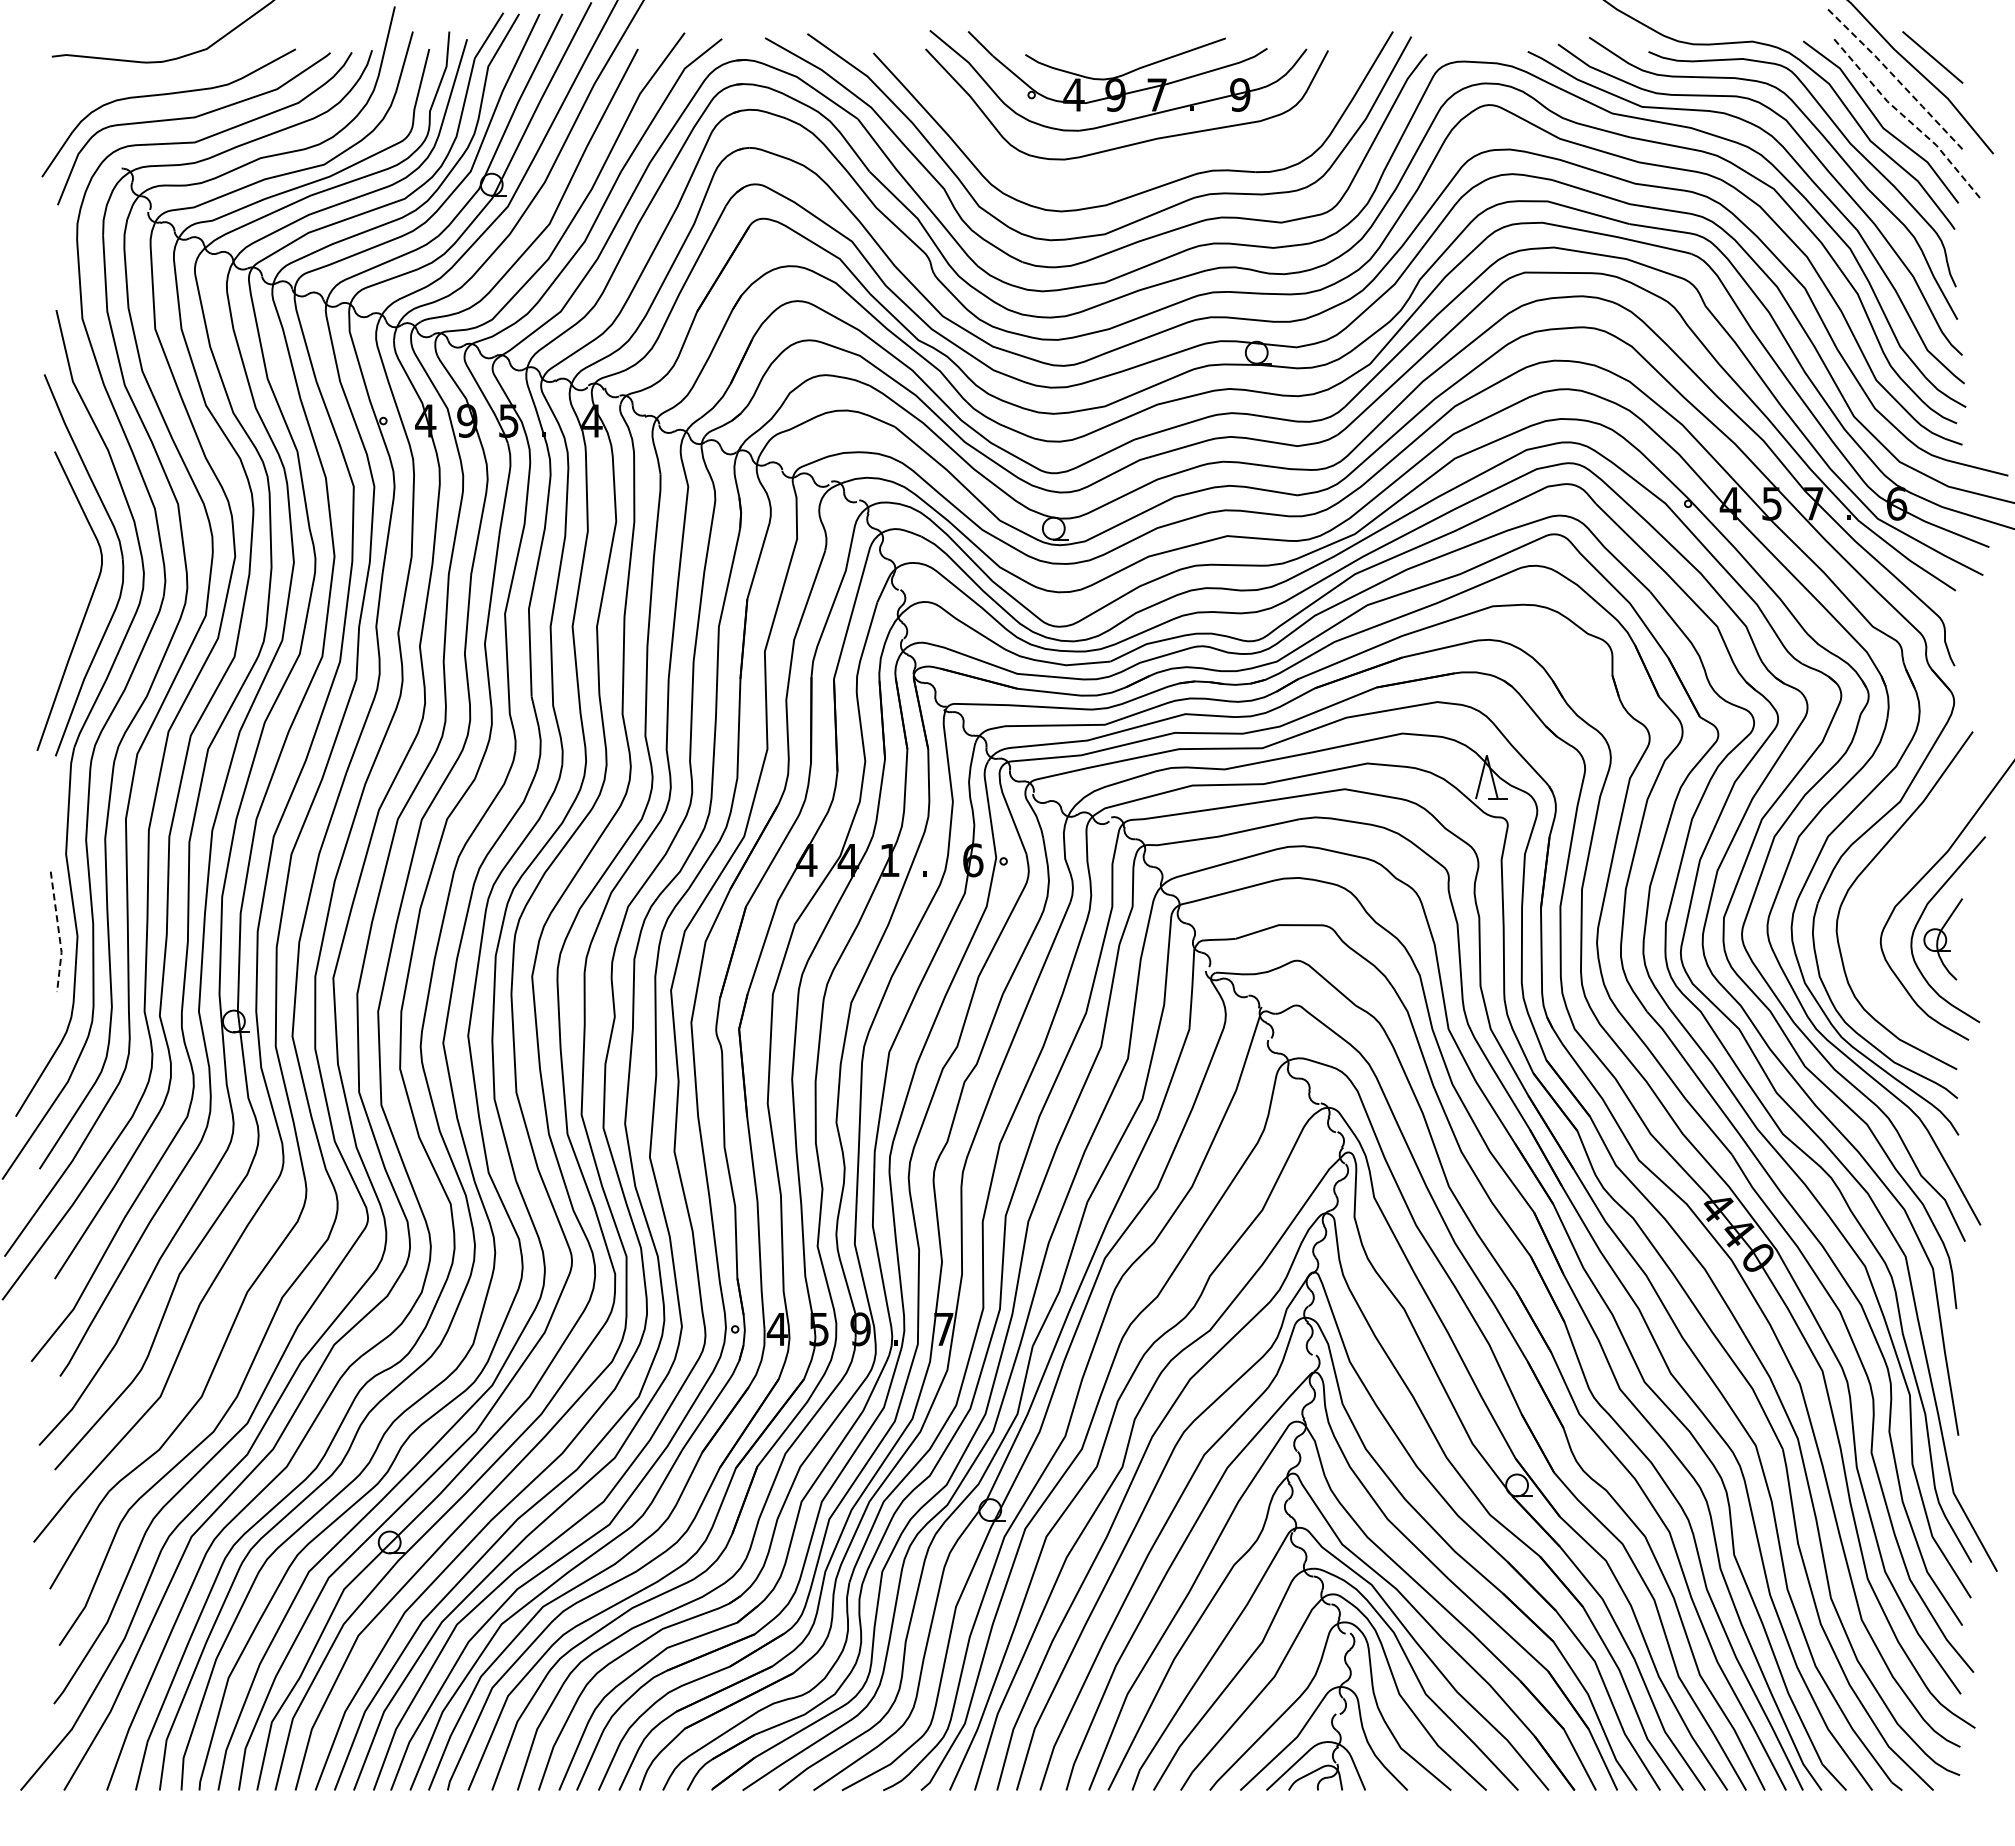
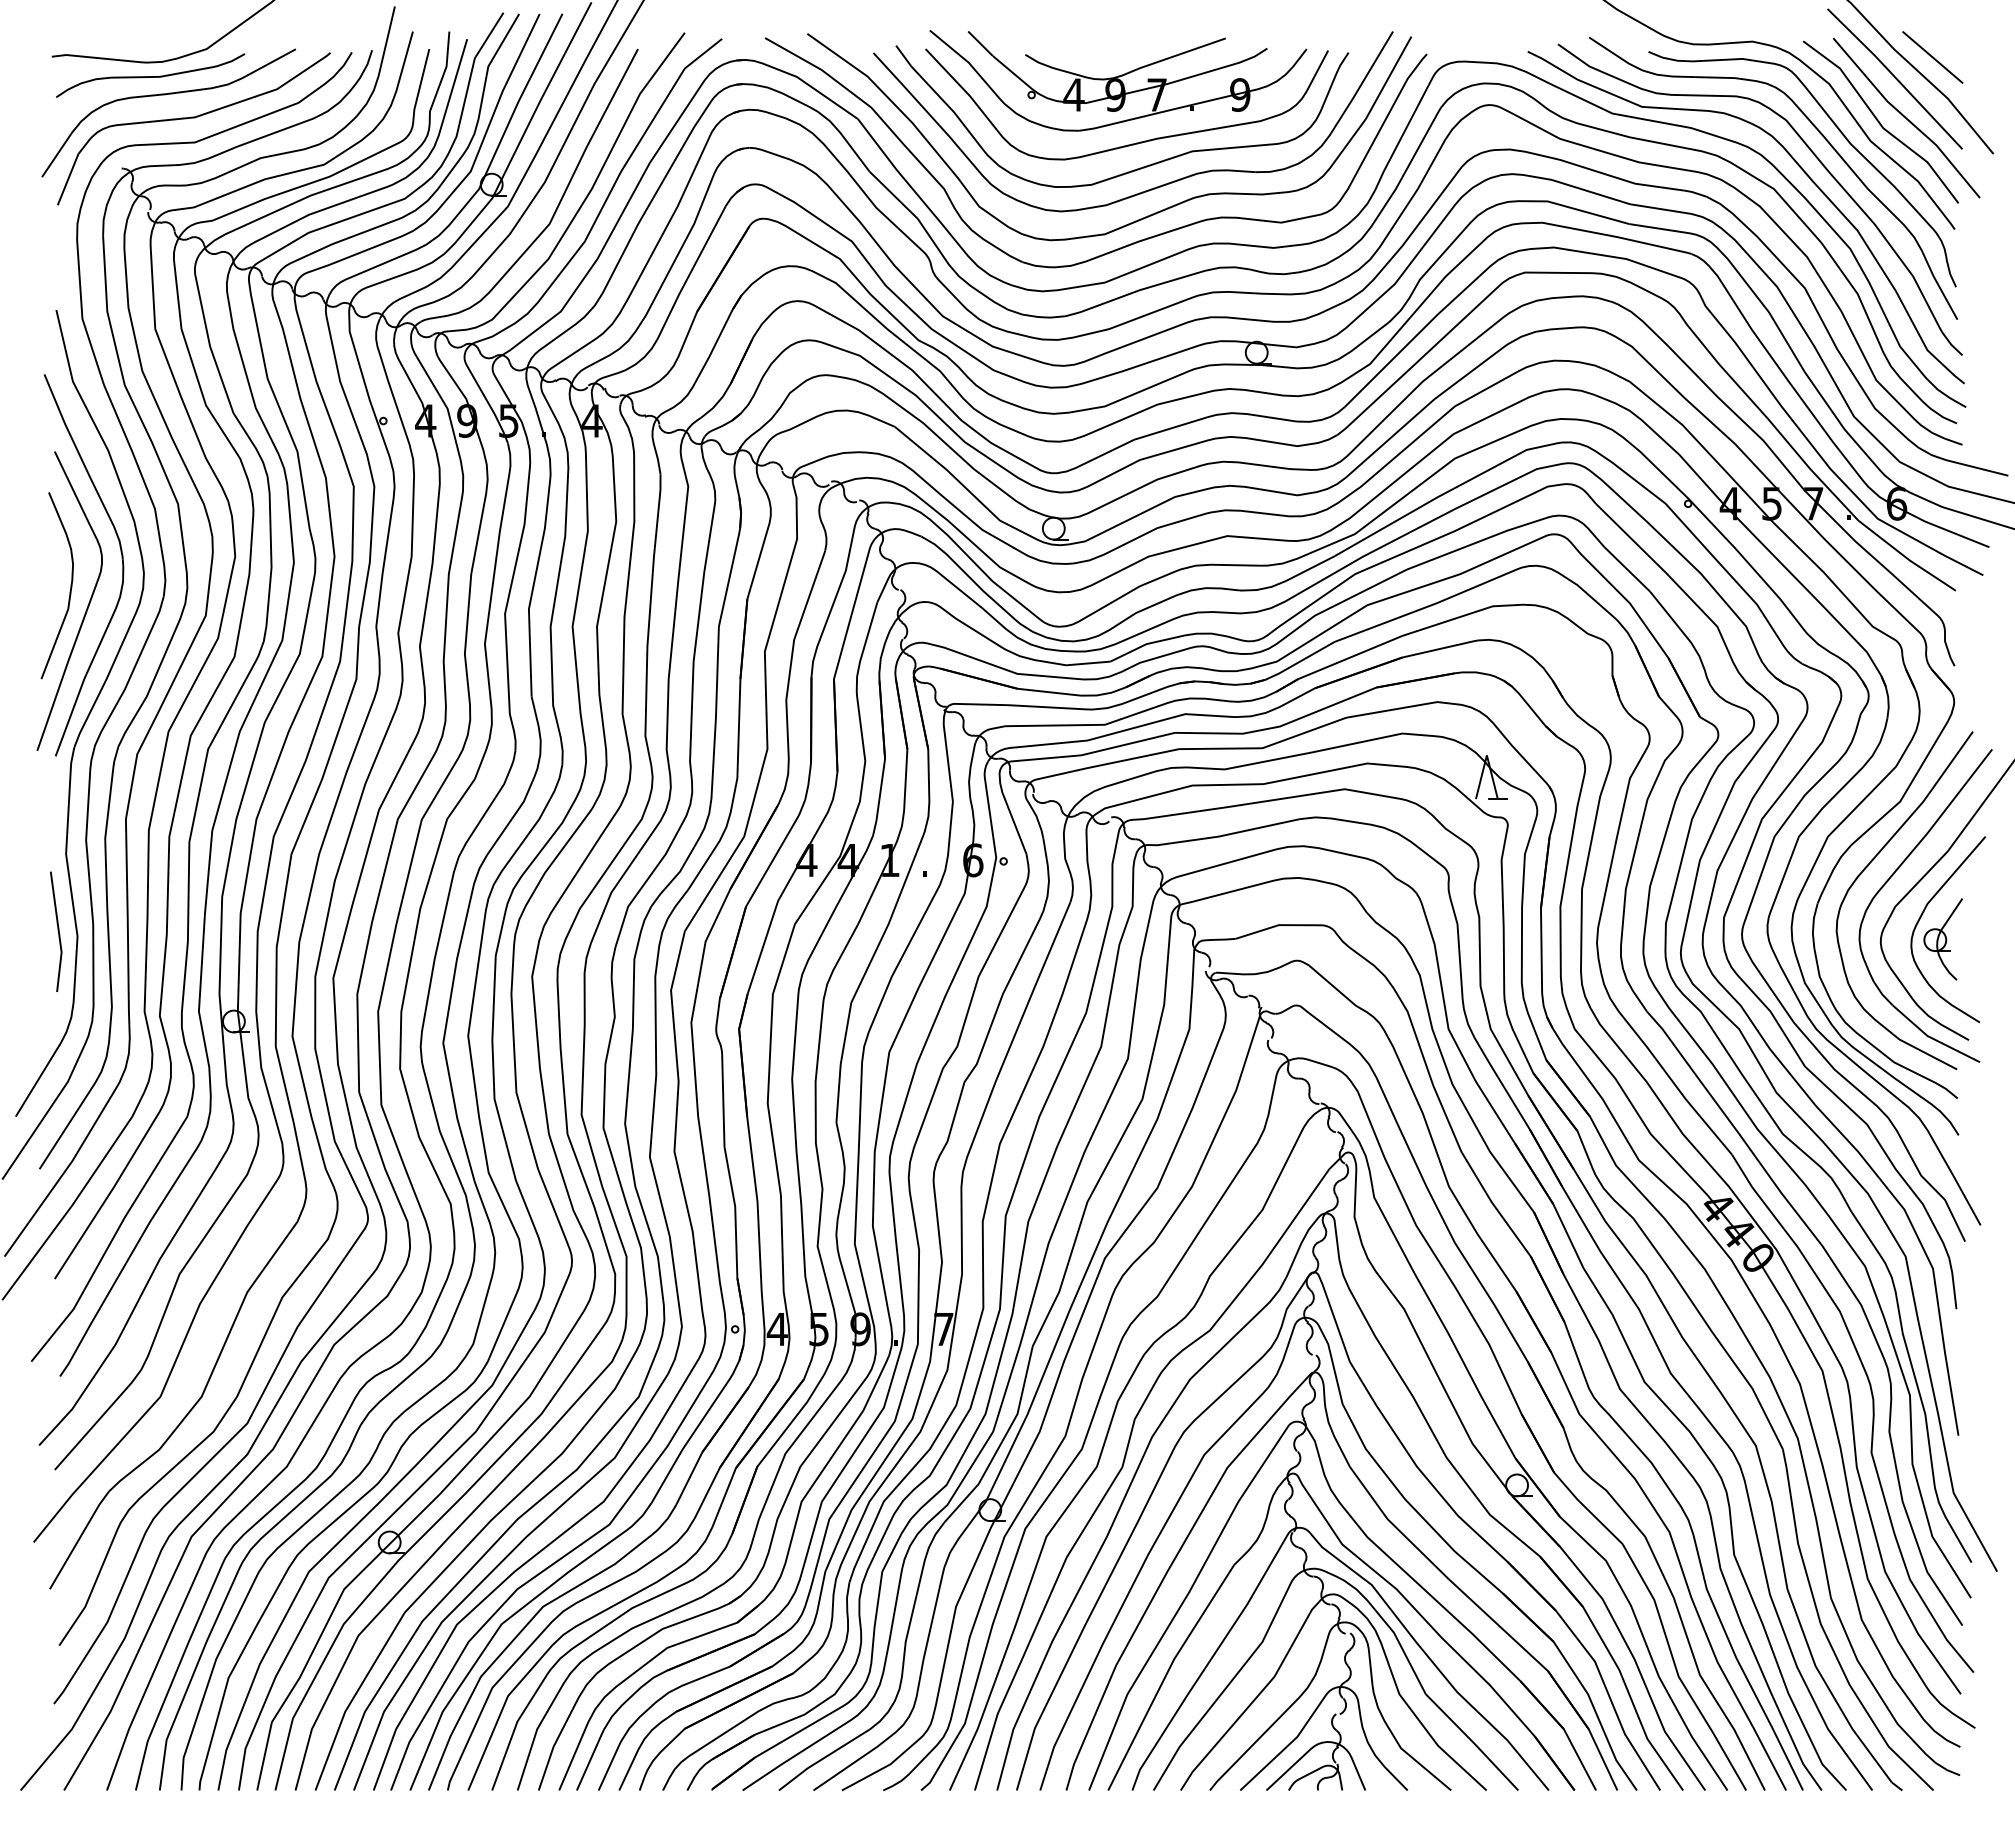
curve at (150, 76): none -> present
line at (1896, 78): dashed -> solid
line at (1906, 118): dashed -> solid
part at (1140, 167): none -> present
curve at (70, 585): none -> present
part at (1889, 880): none -> present
line at (58, 932): dashed -> solid
